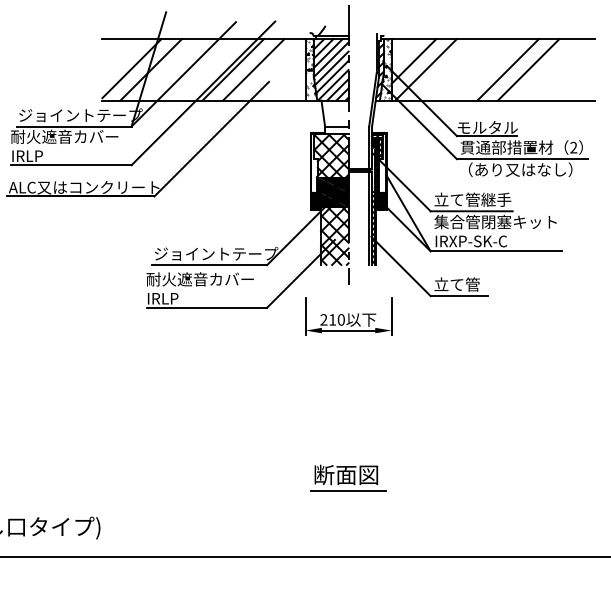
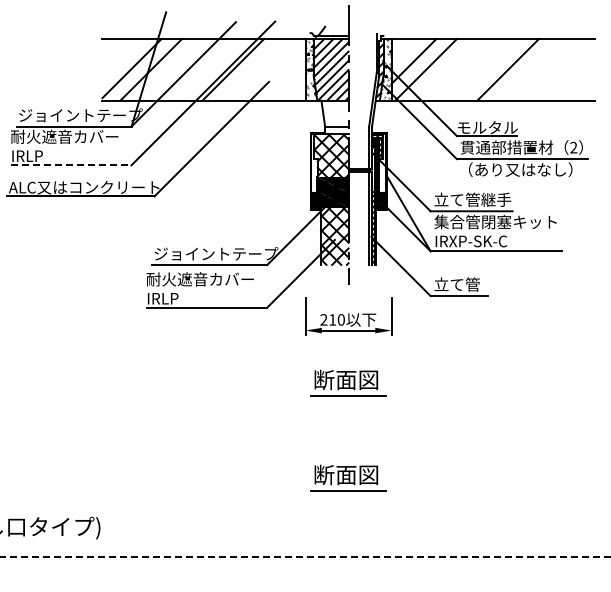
line at (253, 69): present -> none
line at (528, 69): present -> none
line at (71, 165): solid -> dashed
part at (348, 382): none -> present
line at (305, 556): solid -> dashed
